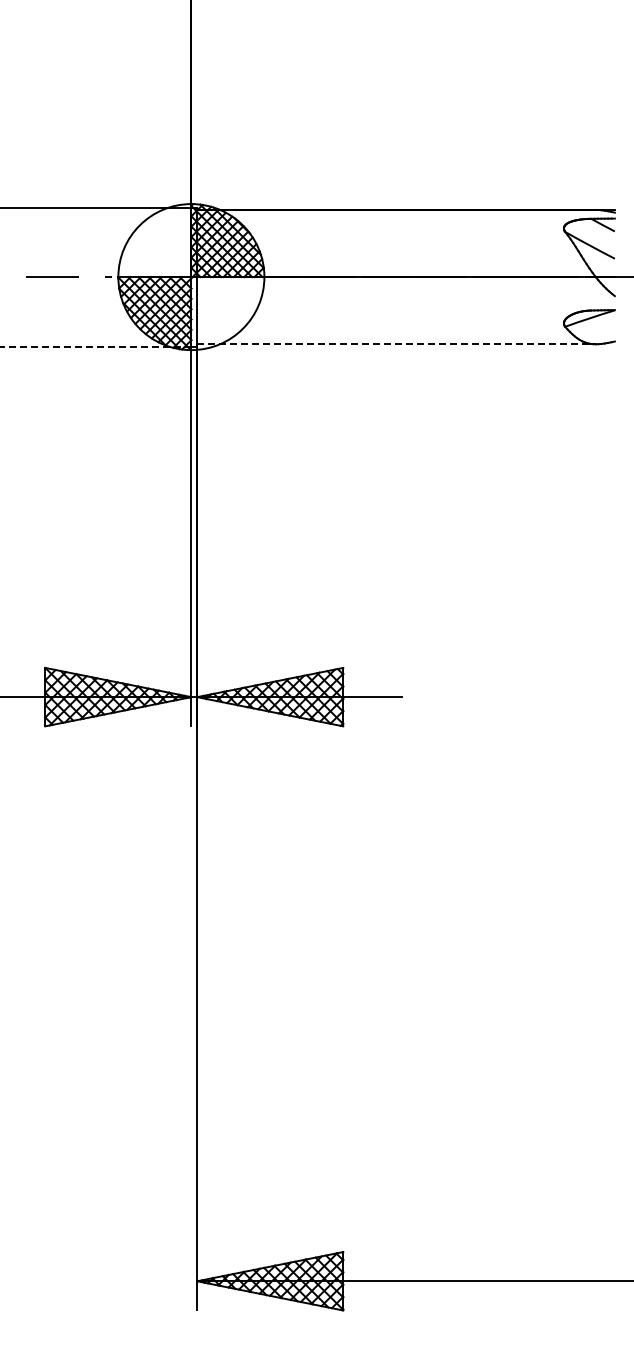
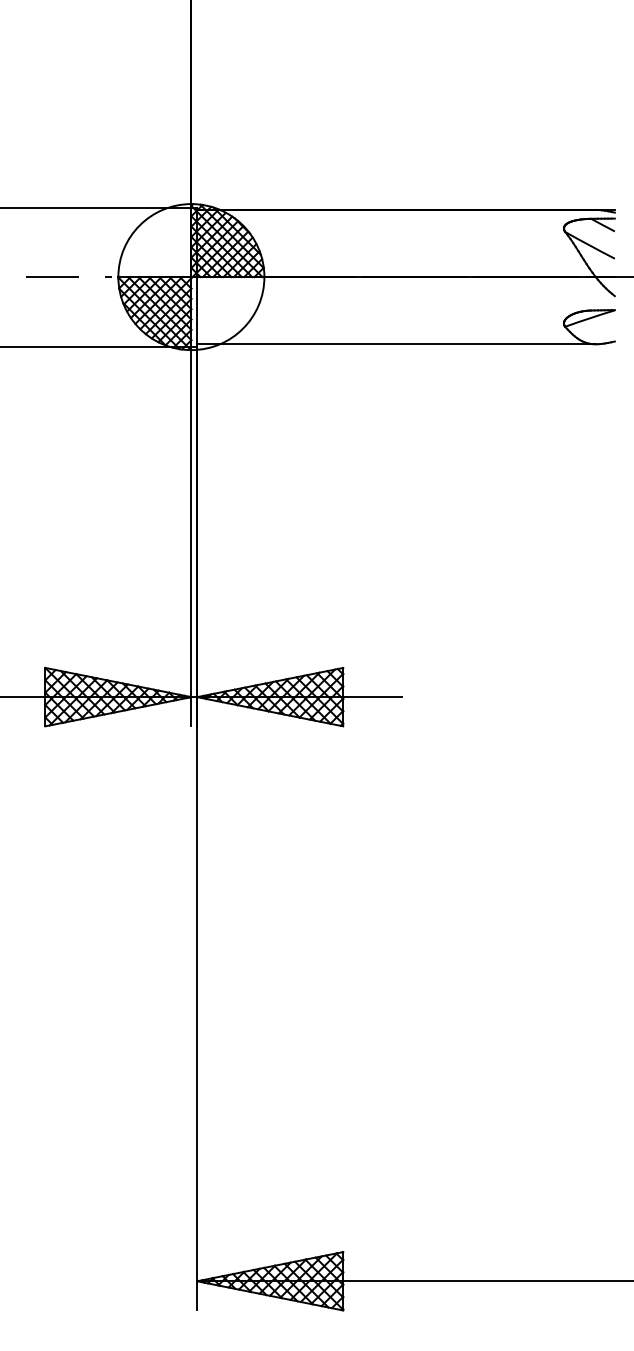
line at (397, 344): dashed -> solid
line at (96, 346): dashed -> solid
